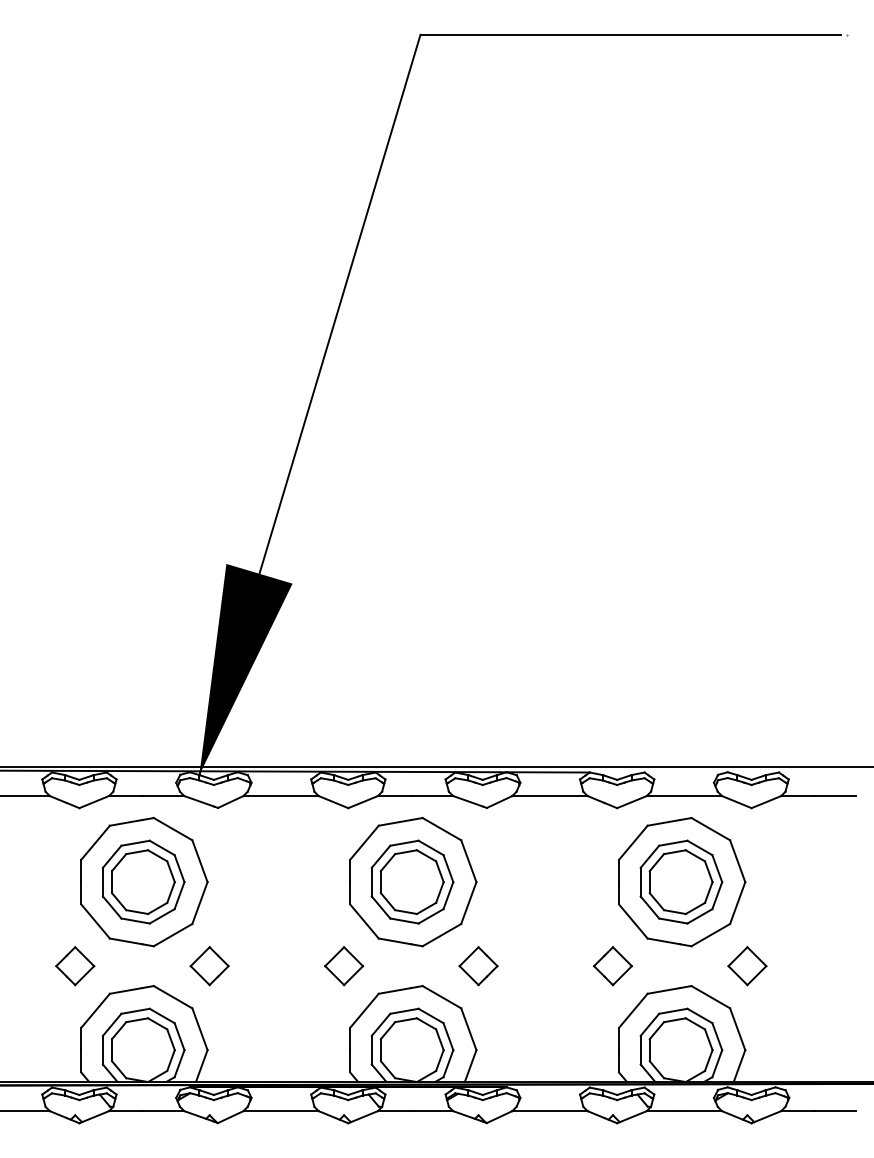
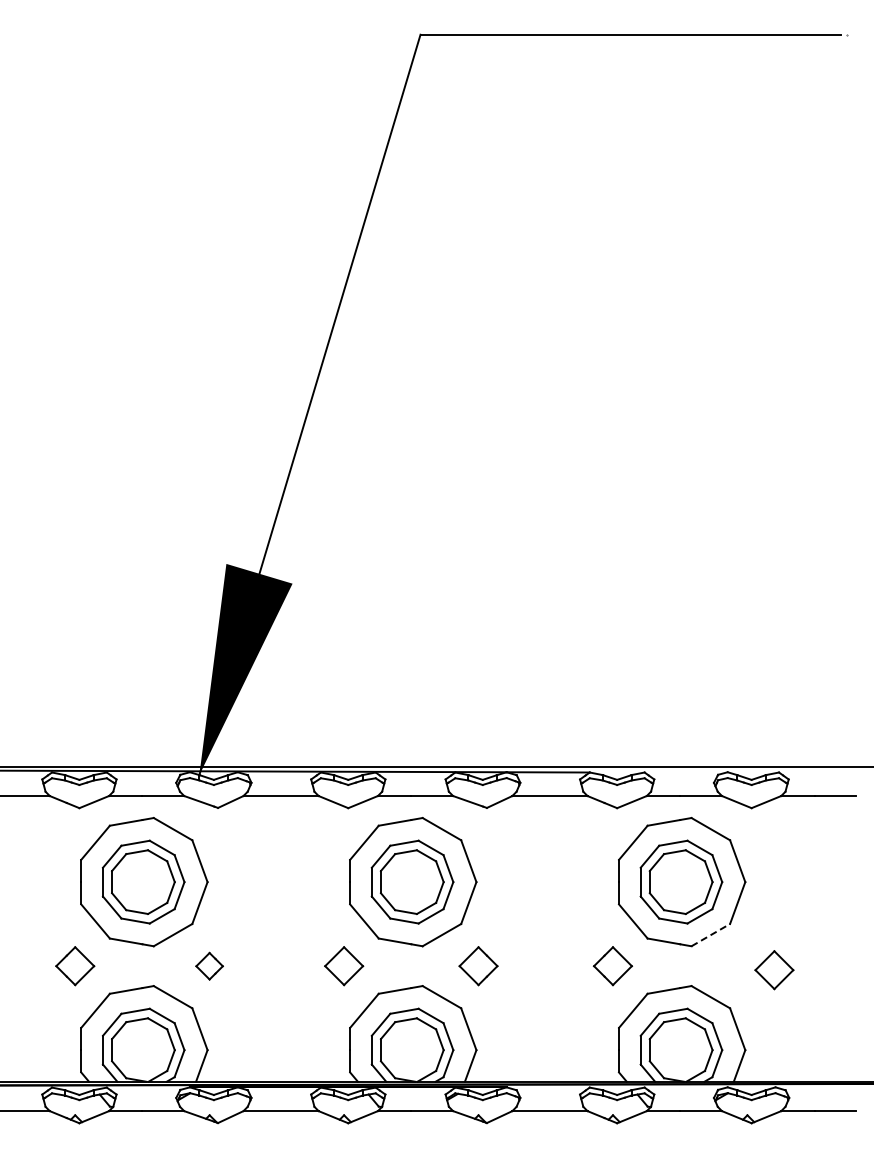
line at (711, 934): solid -> dashed
part at (209, 966) size: 41x41 px -> 29x30 px
part at (747, 966) position: (747, 966) -> (774, 970)
